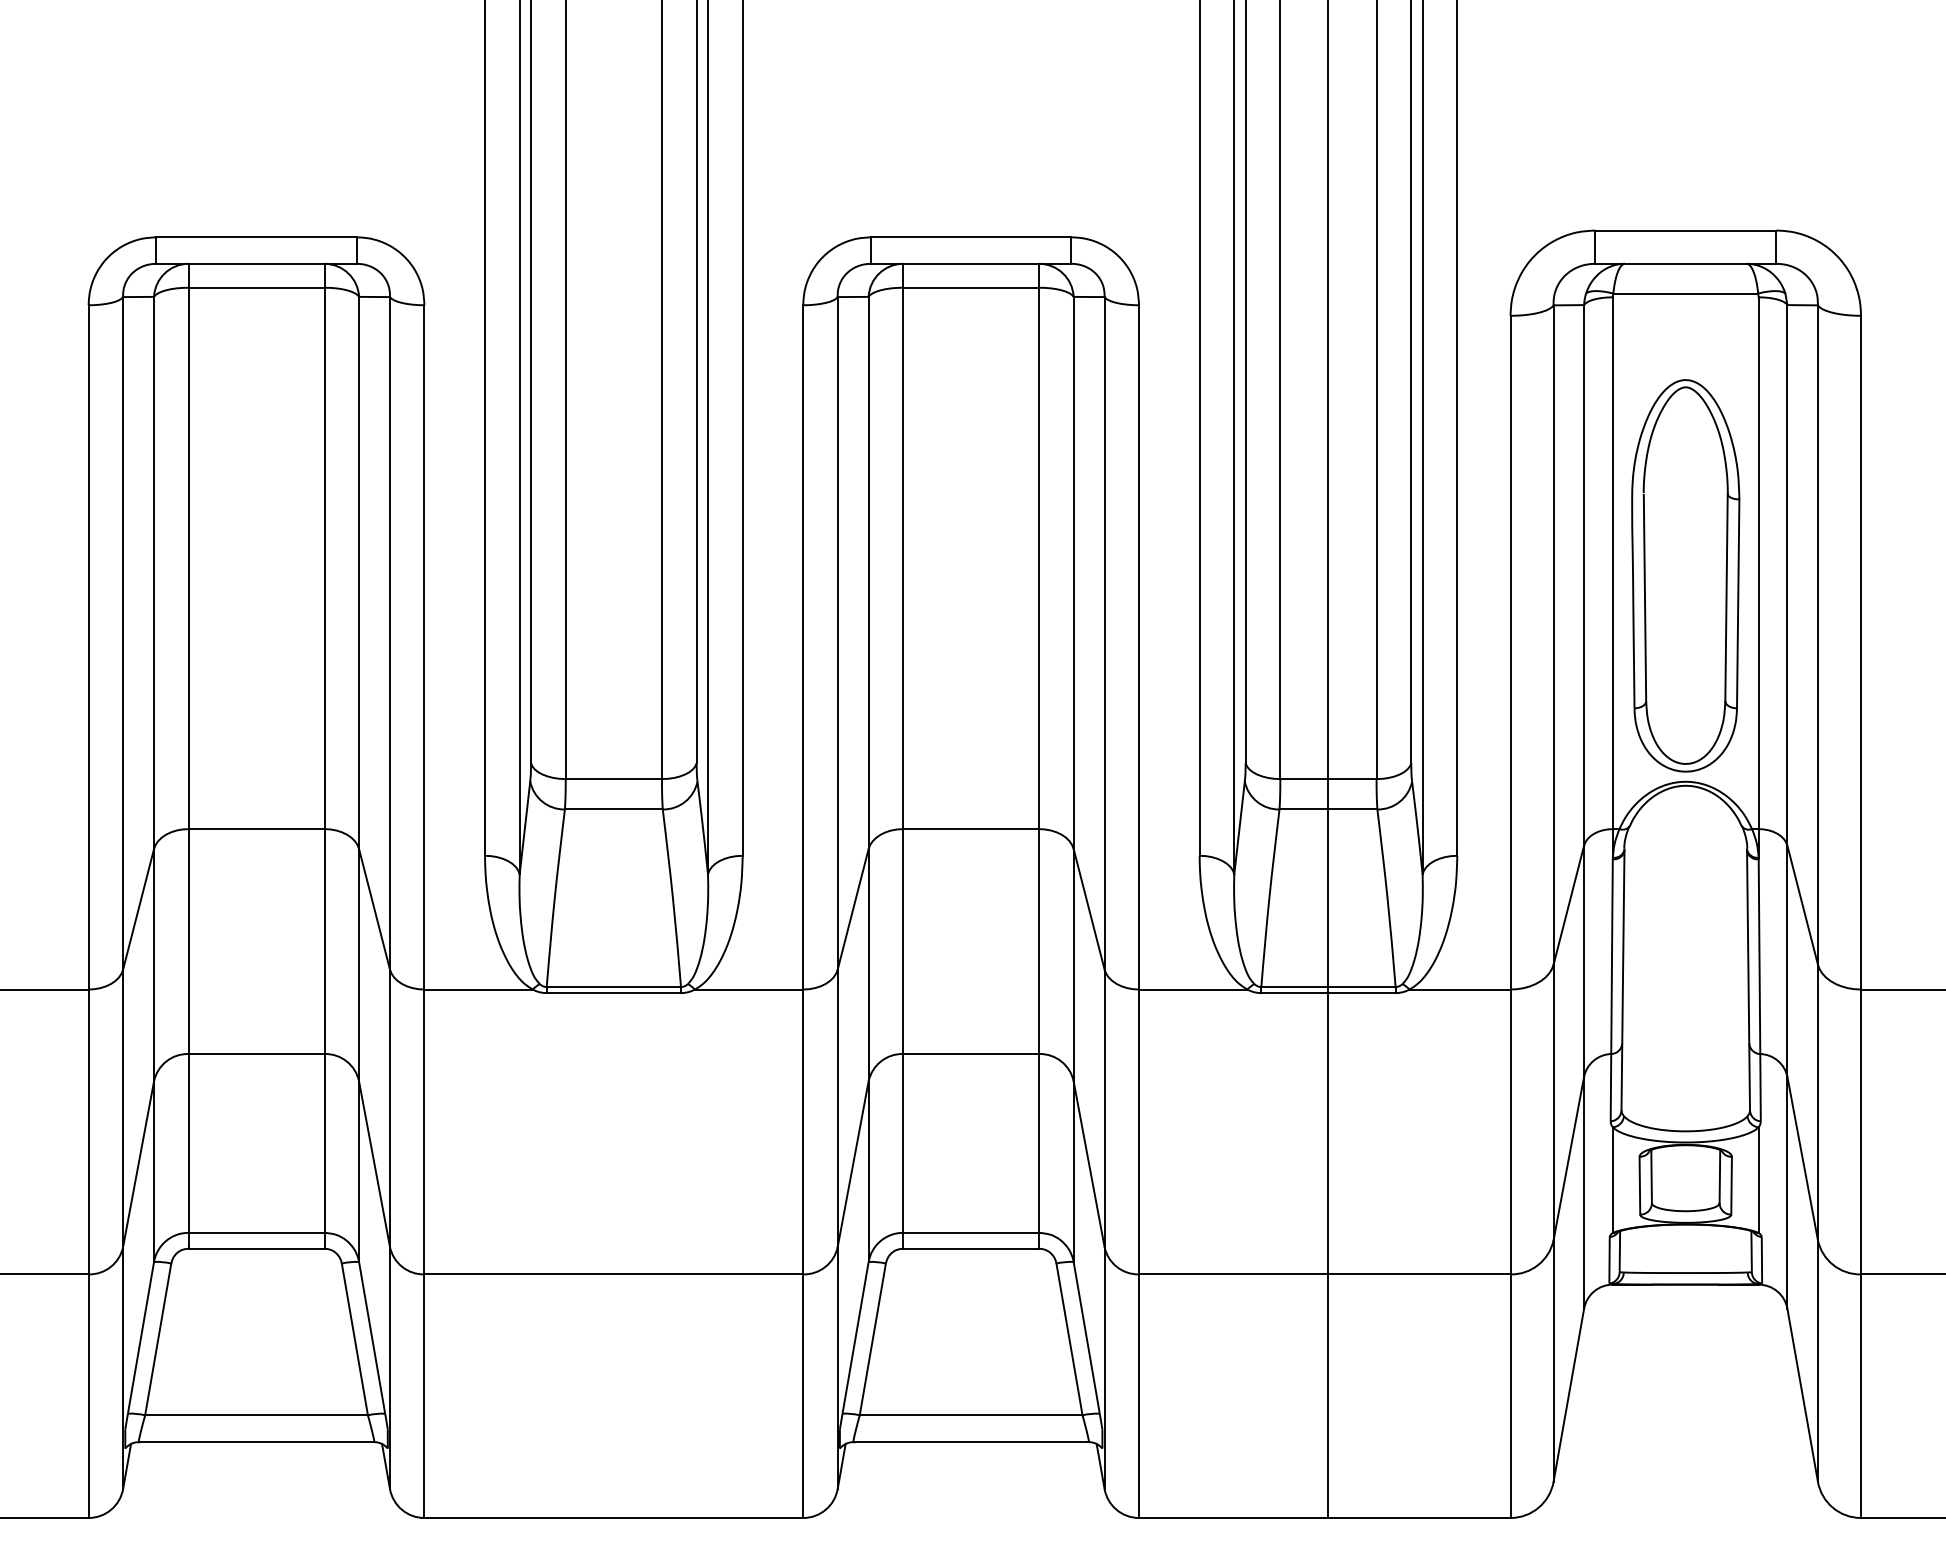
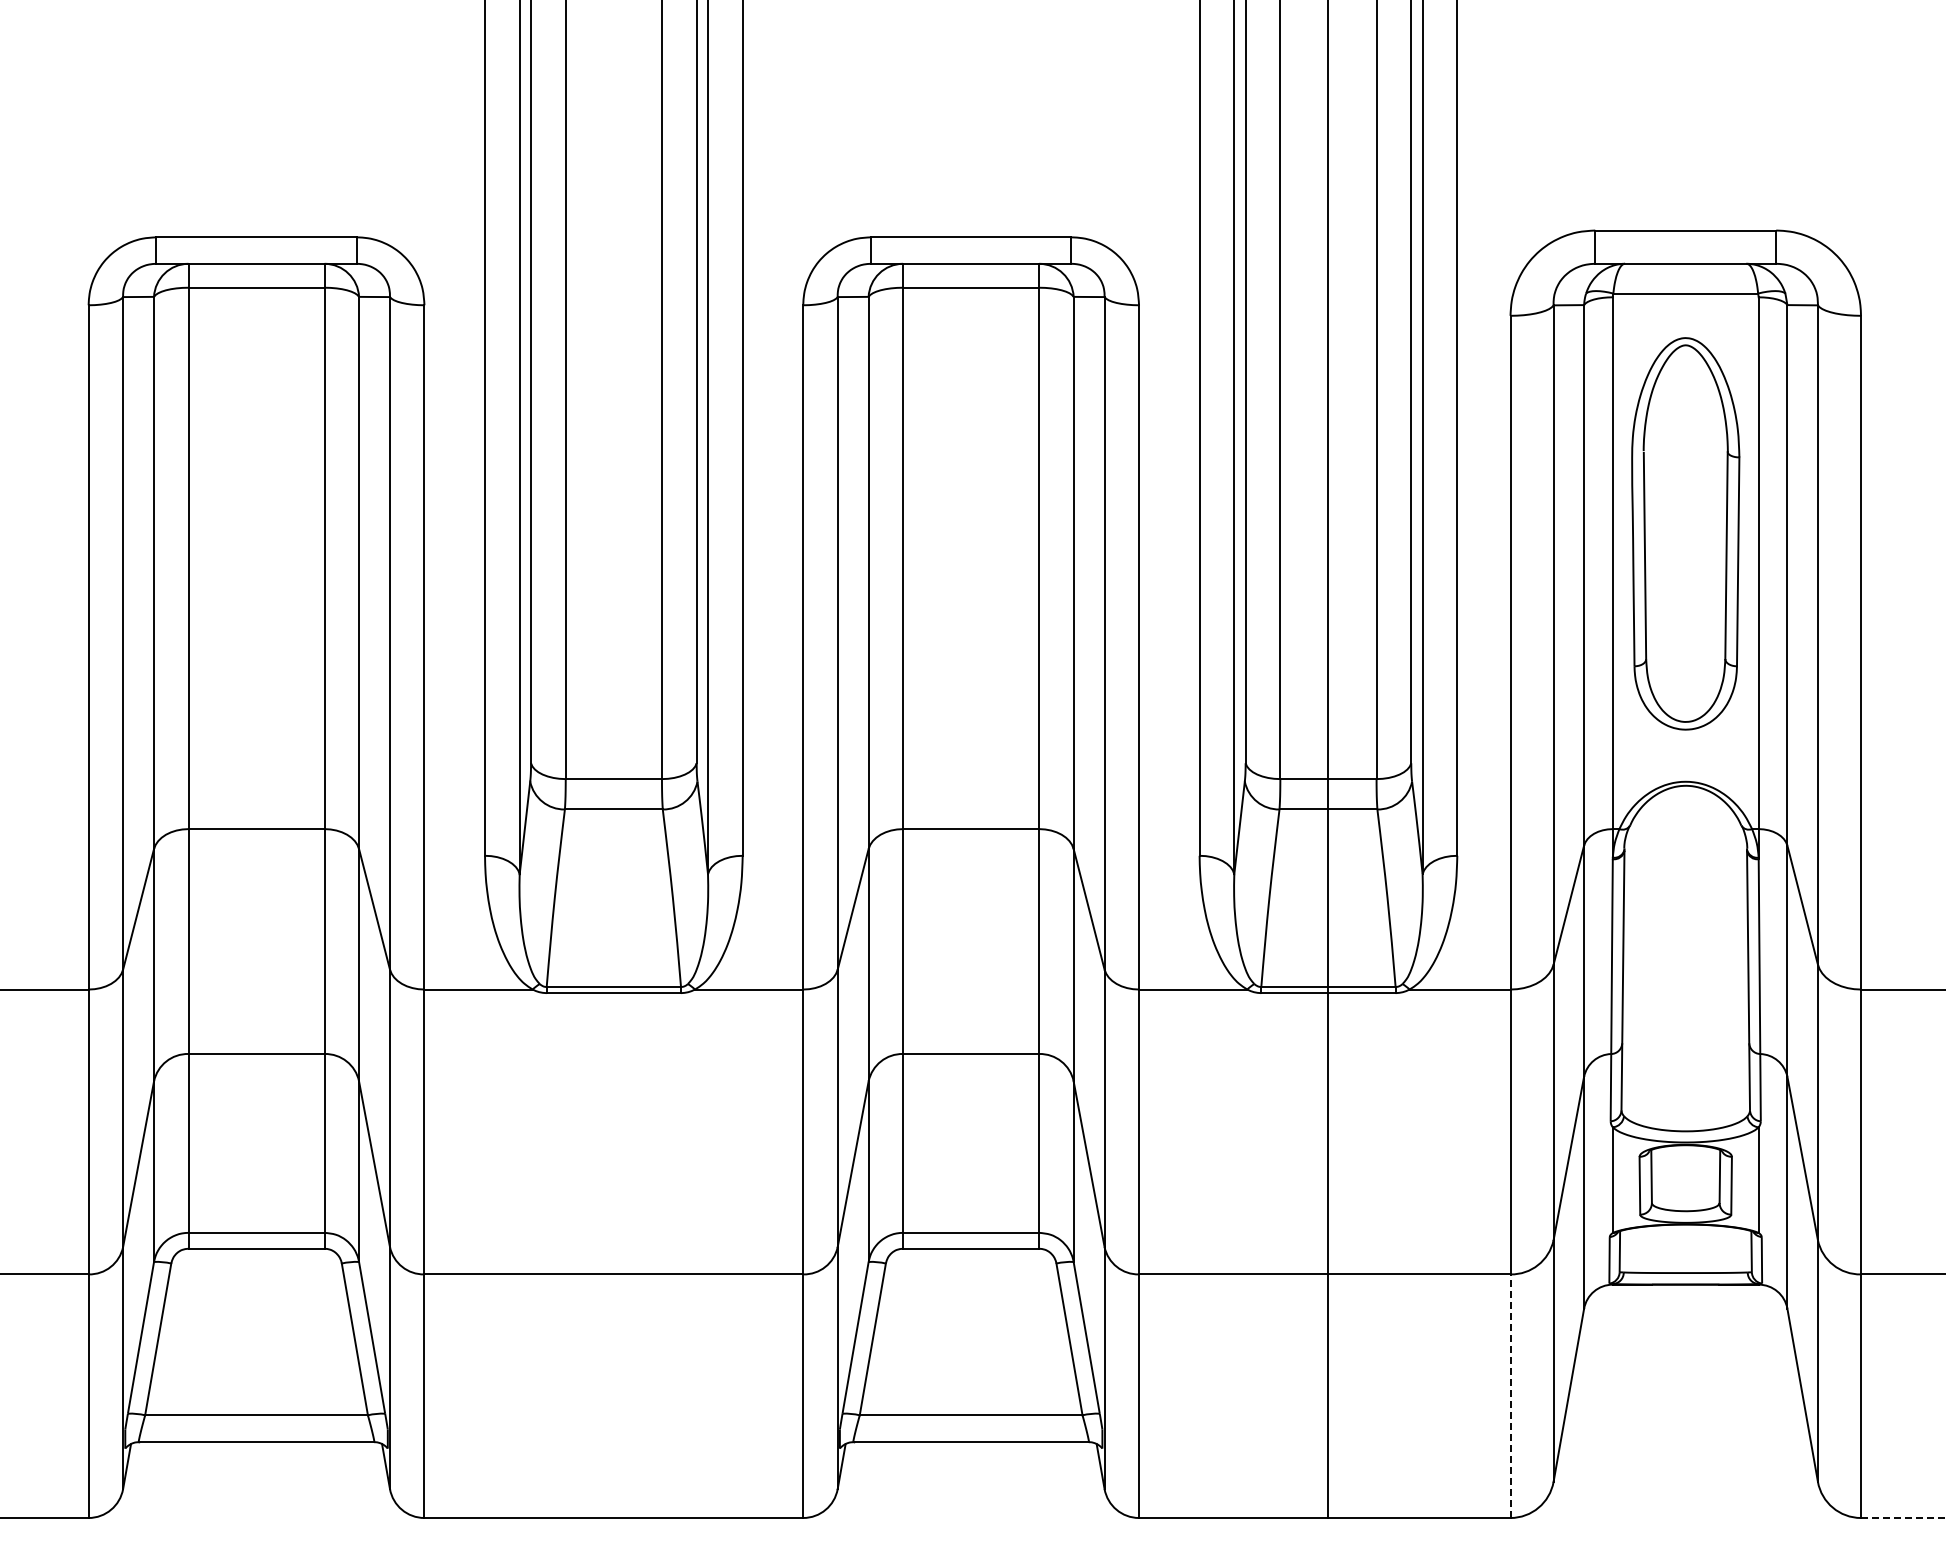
part at (1685, 575) position: (1685, 575) -> (1685, 533)
line at (1510, 1396): solid -> dashed
line at (1903, 1518): solid -> dashed
